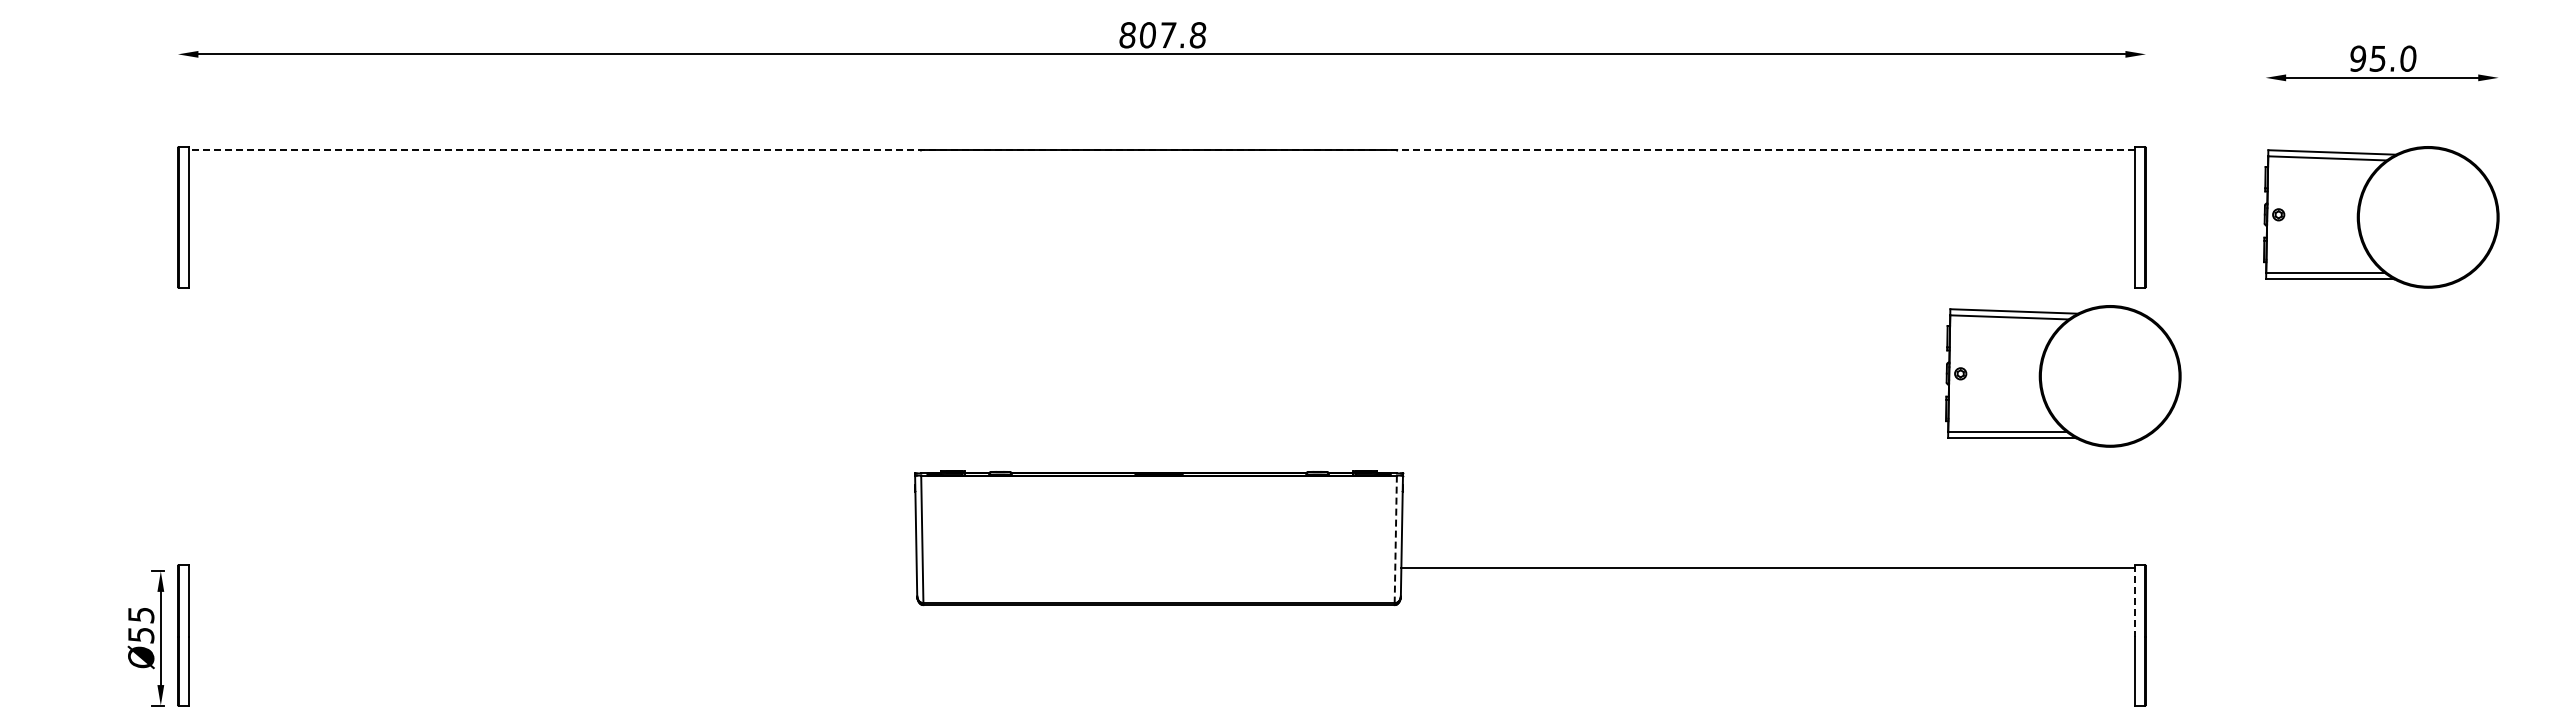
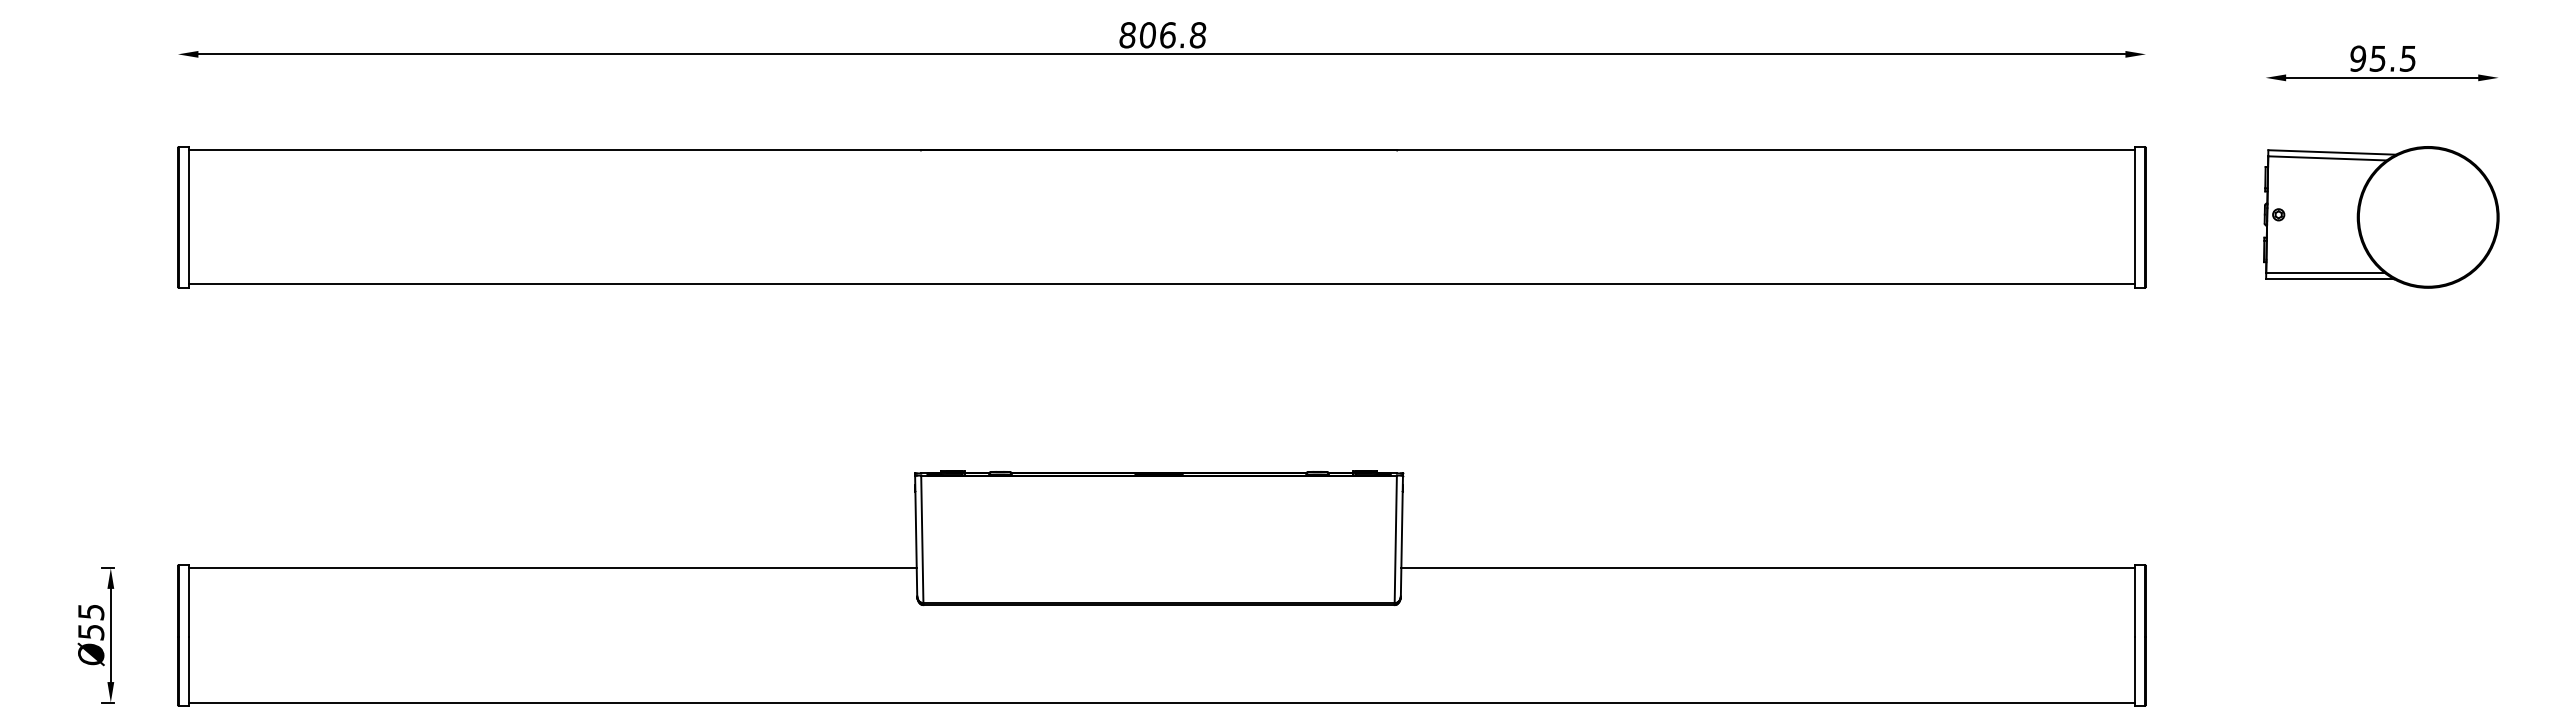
text at (1168, 35): 807.8 -> 806.8
text at (2407, 58): 95.0 -> 95.5
line at (1161, 150): dashed -> solid
line at (1161, 284): none -> present
part at (2063, 376): present -> none
line at (1395, 539): dashed -> solid
line at (552, 568): none -> present
line at (2134, 600): dashed -> solid
part at (145, 638) position: (145, 638) -> (95, 635)
line at (1161, 702): none -> present
